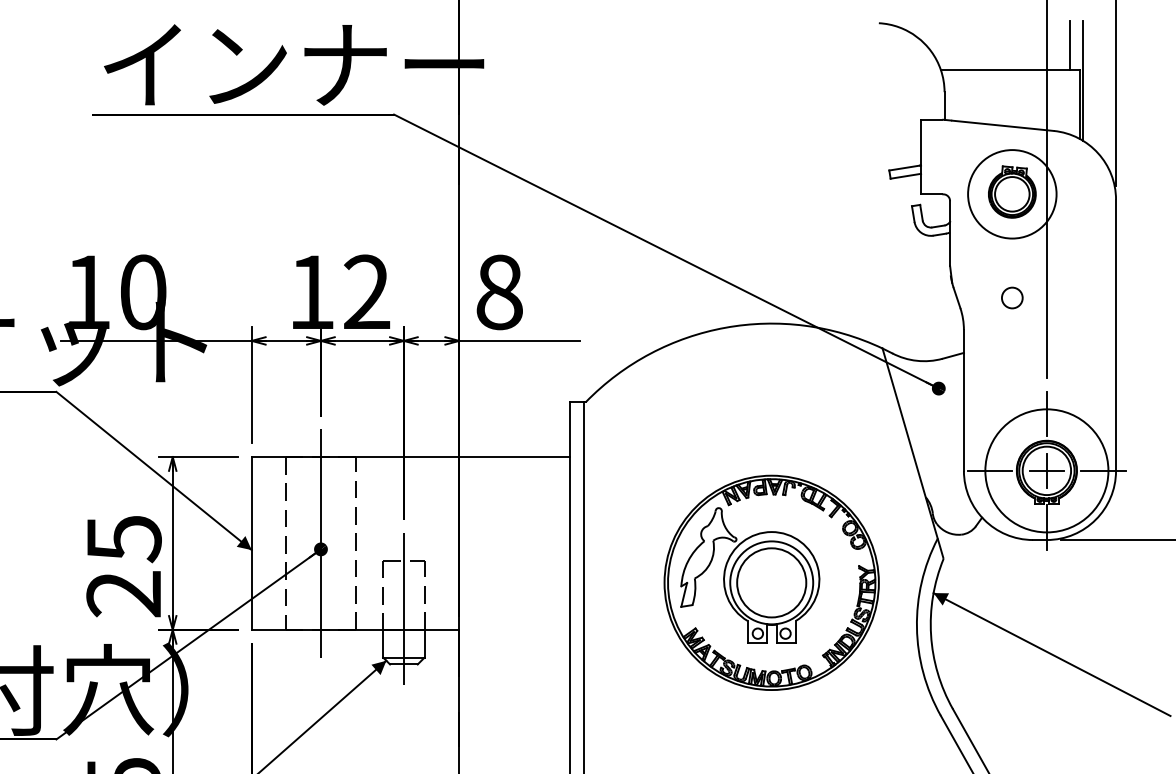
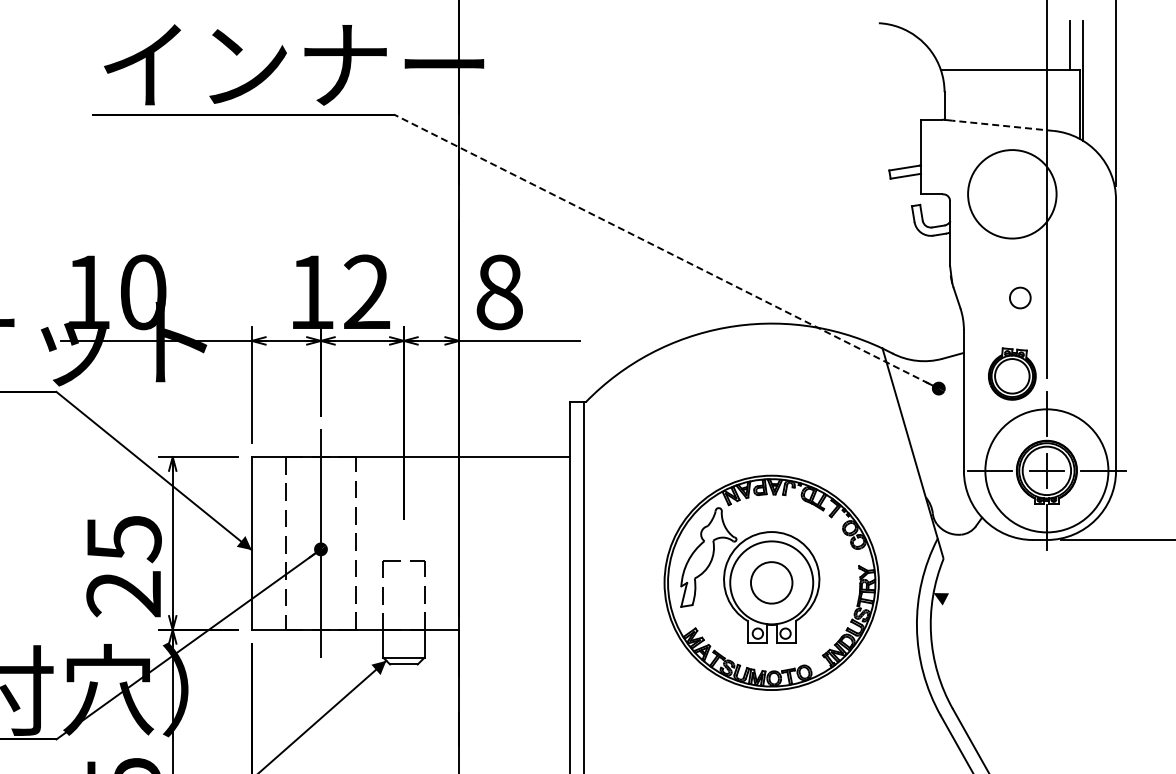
line at (1002, 125): solid -> dashed
part at (1012, 191) position: (1012, 191) -> (1012, 373)
line at (666, 251): solid -> dashed
circle at (1012, 297) position: (1012, 297) -> (1020, 297)
circle at (771, 582) diameter: 69 px -> 41 px
line at (403, 609): present -> none
line at (1051, 654): present -> none
